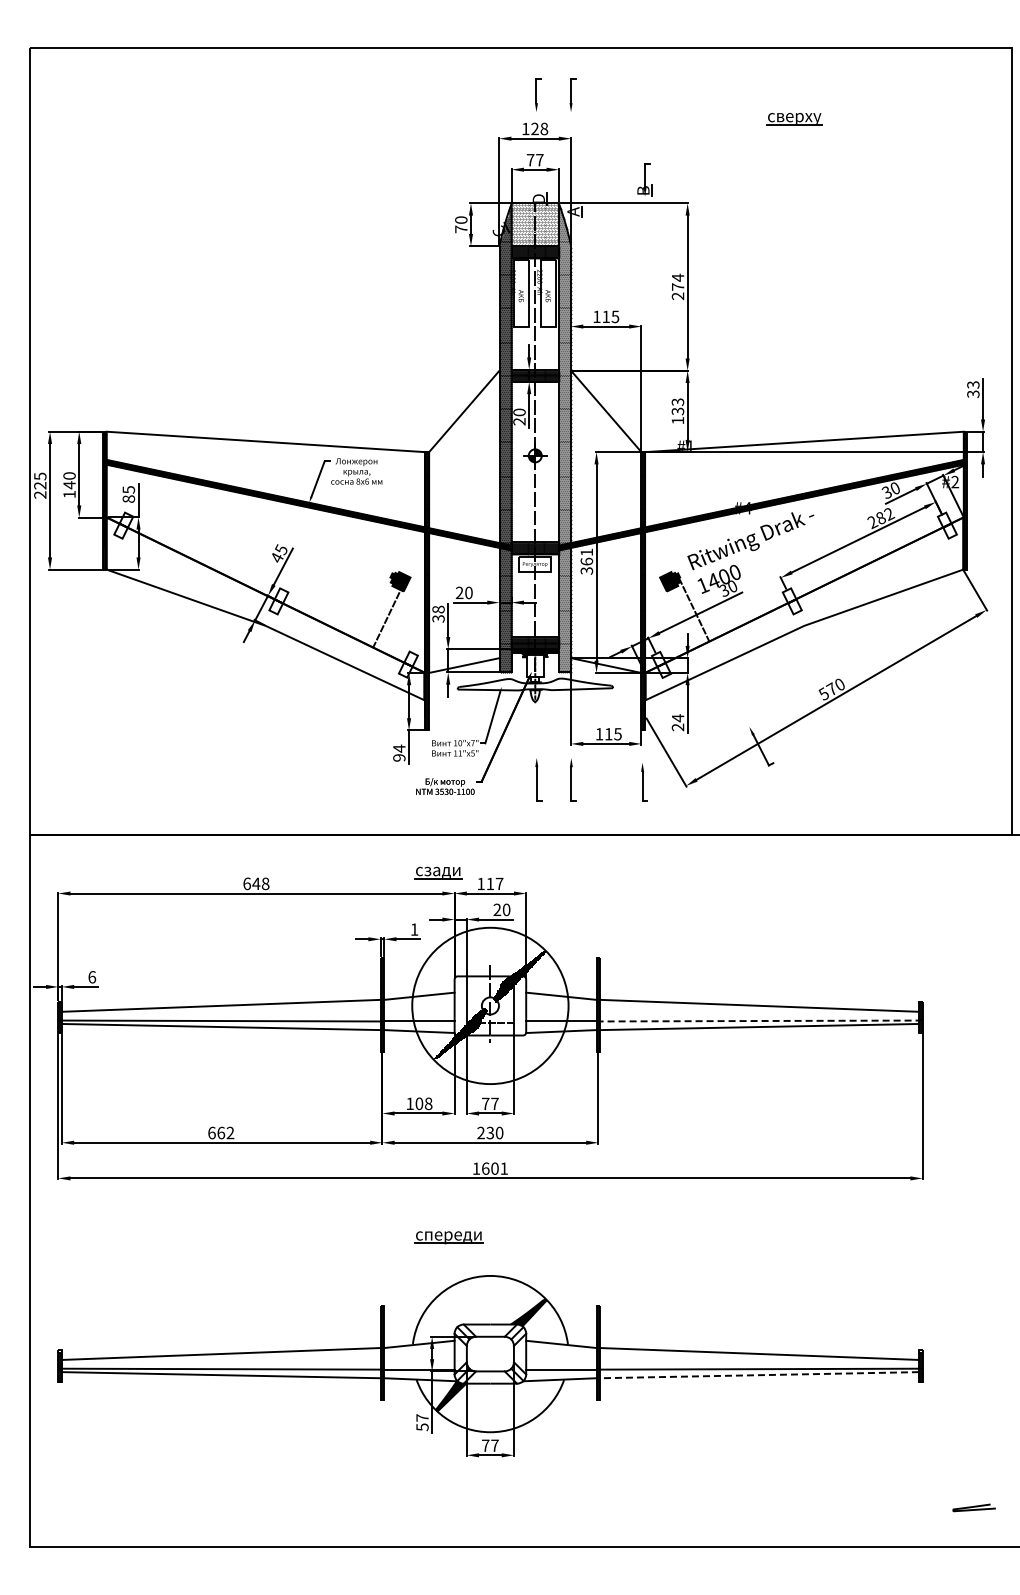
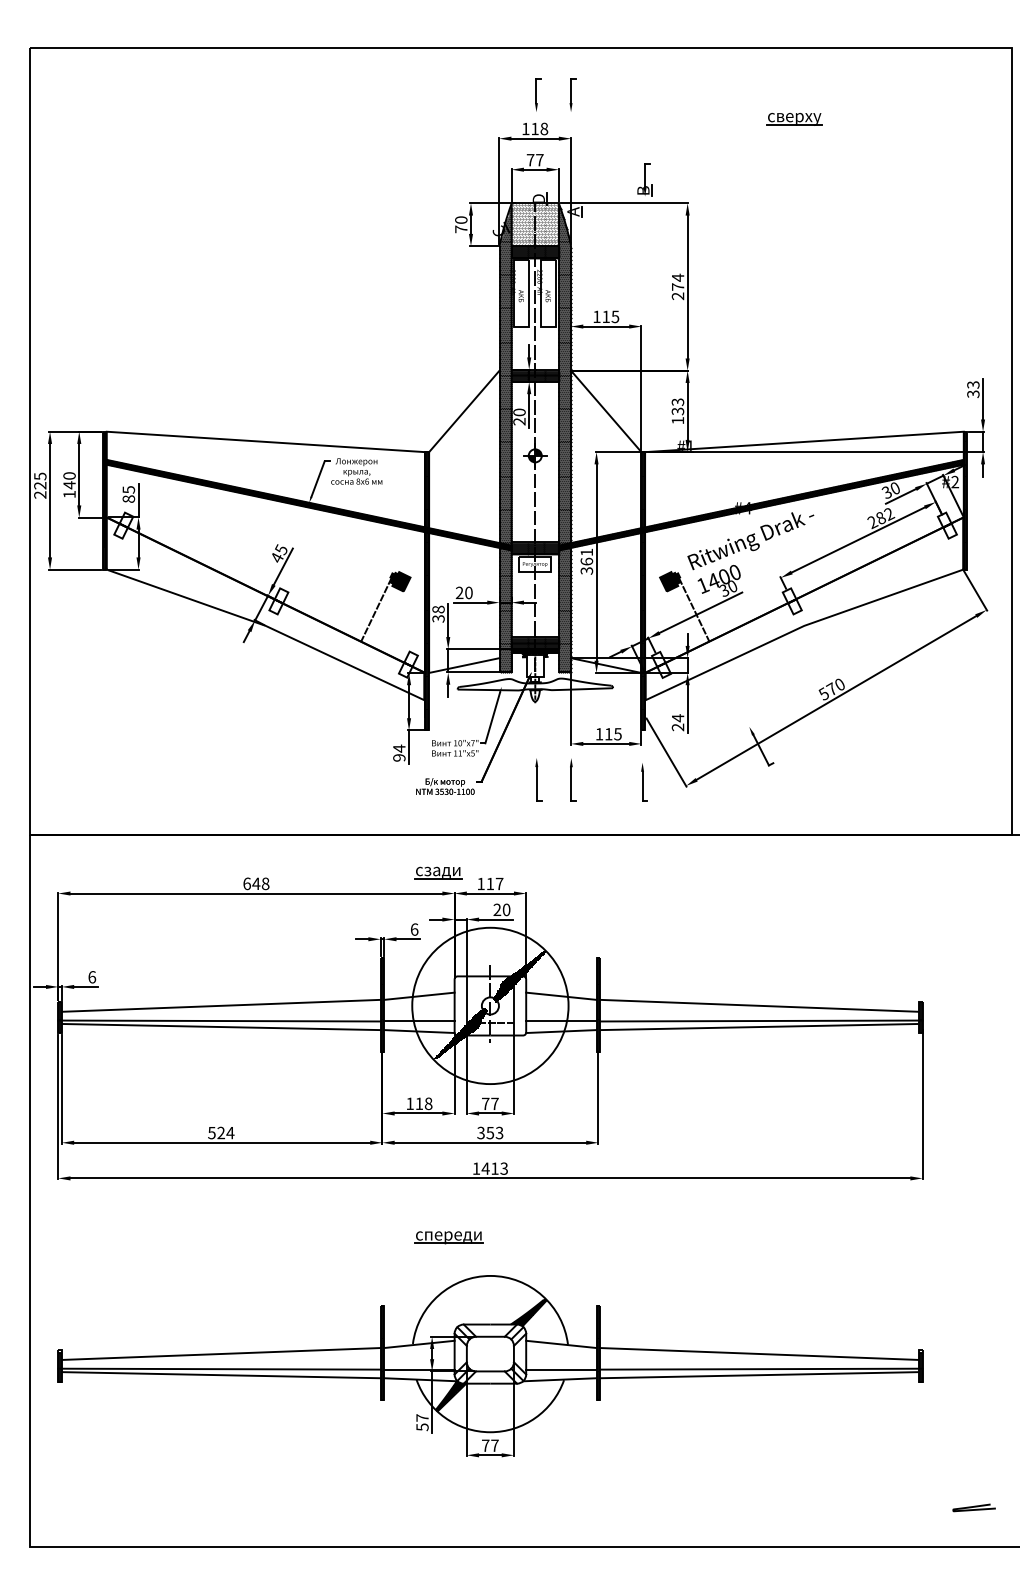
text at (534, 128): 128 -> 118
hatch at (564, 438): none -> present
line at (387, 616) position: (387, 616) -> (375, 610)
text at (414, 929): 1 -> 6
line at (760, 1021): dashed -> solid
text at (419, 1103): 108 -> 118
text at (221, 1132): 662 -> 524
text at (490, 1132): 230 -> 353
text at (494, 1168): 1601 -> 1413
line at (759, 1375): dashed -> solid
